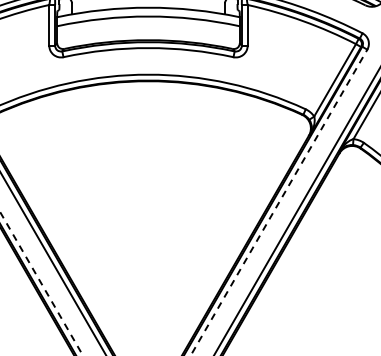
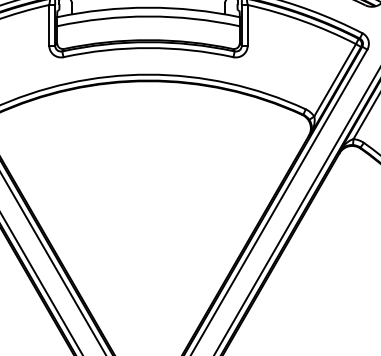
line at (279, 202): dashed -> solid
line at (41, 283): dashed -> solid
